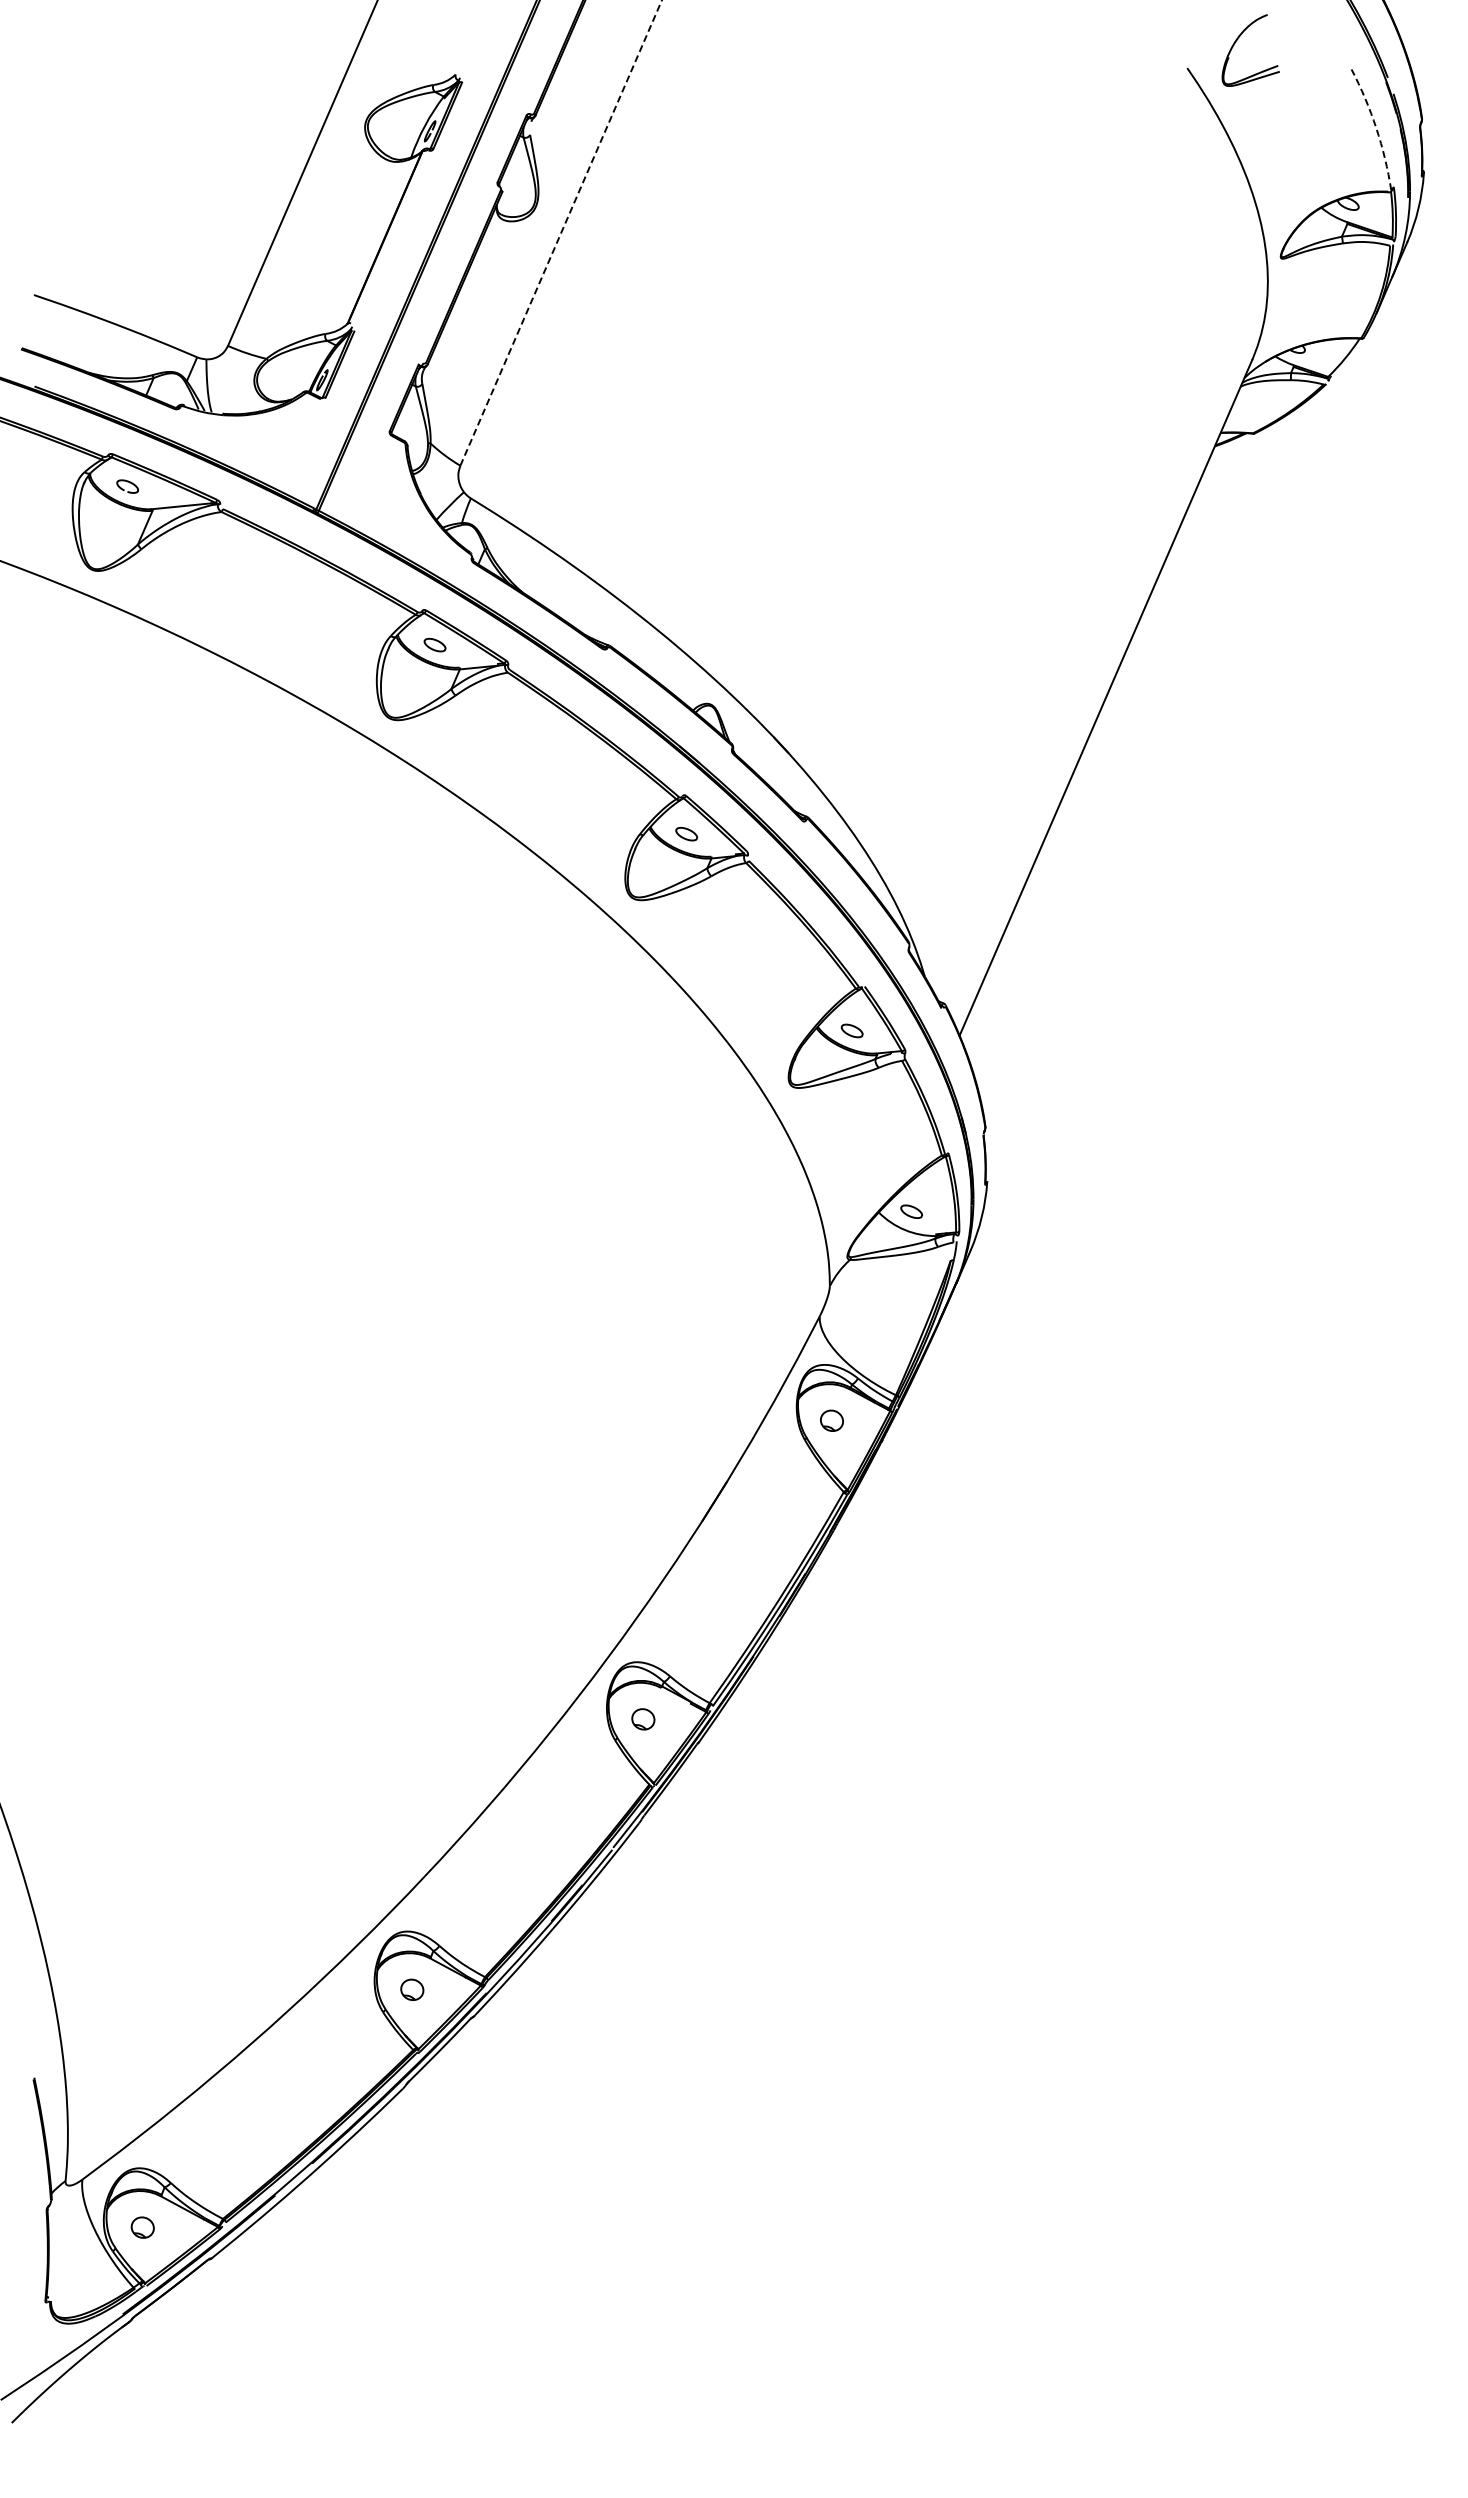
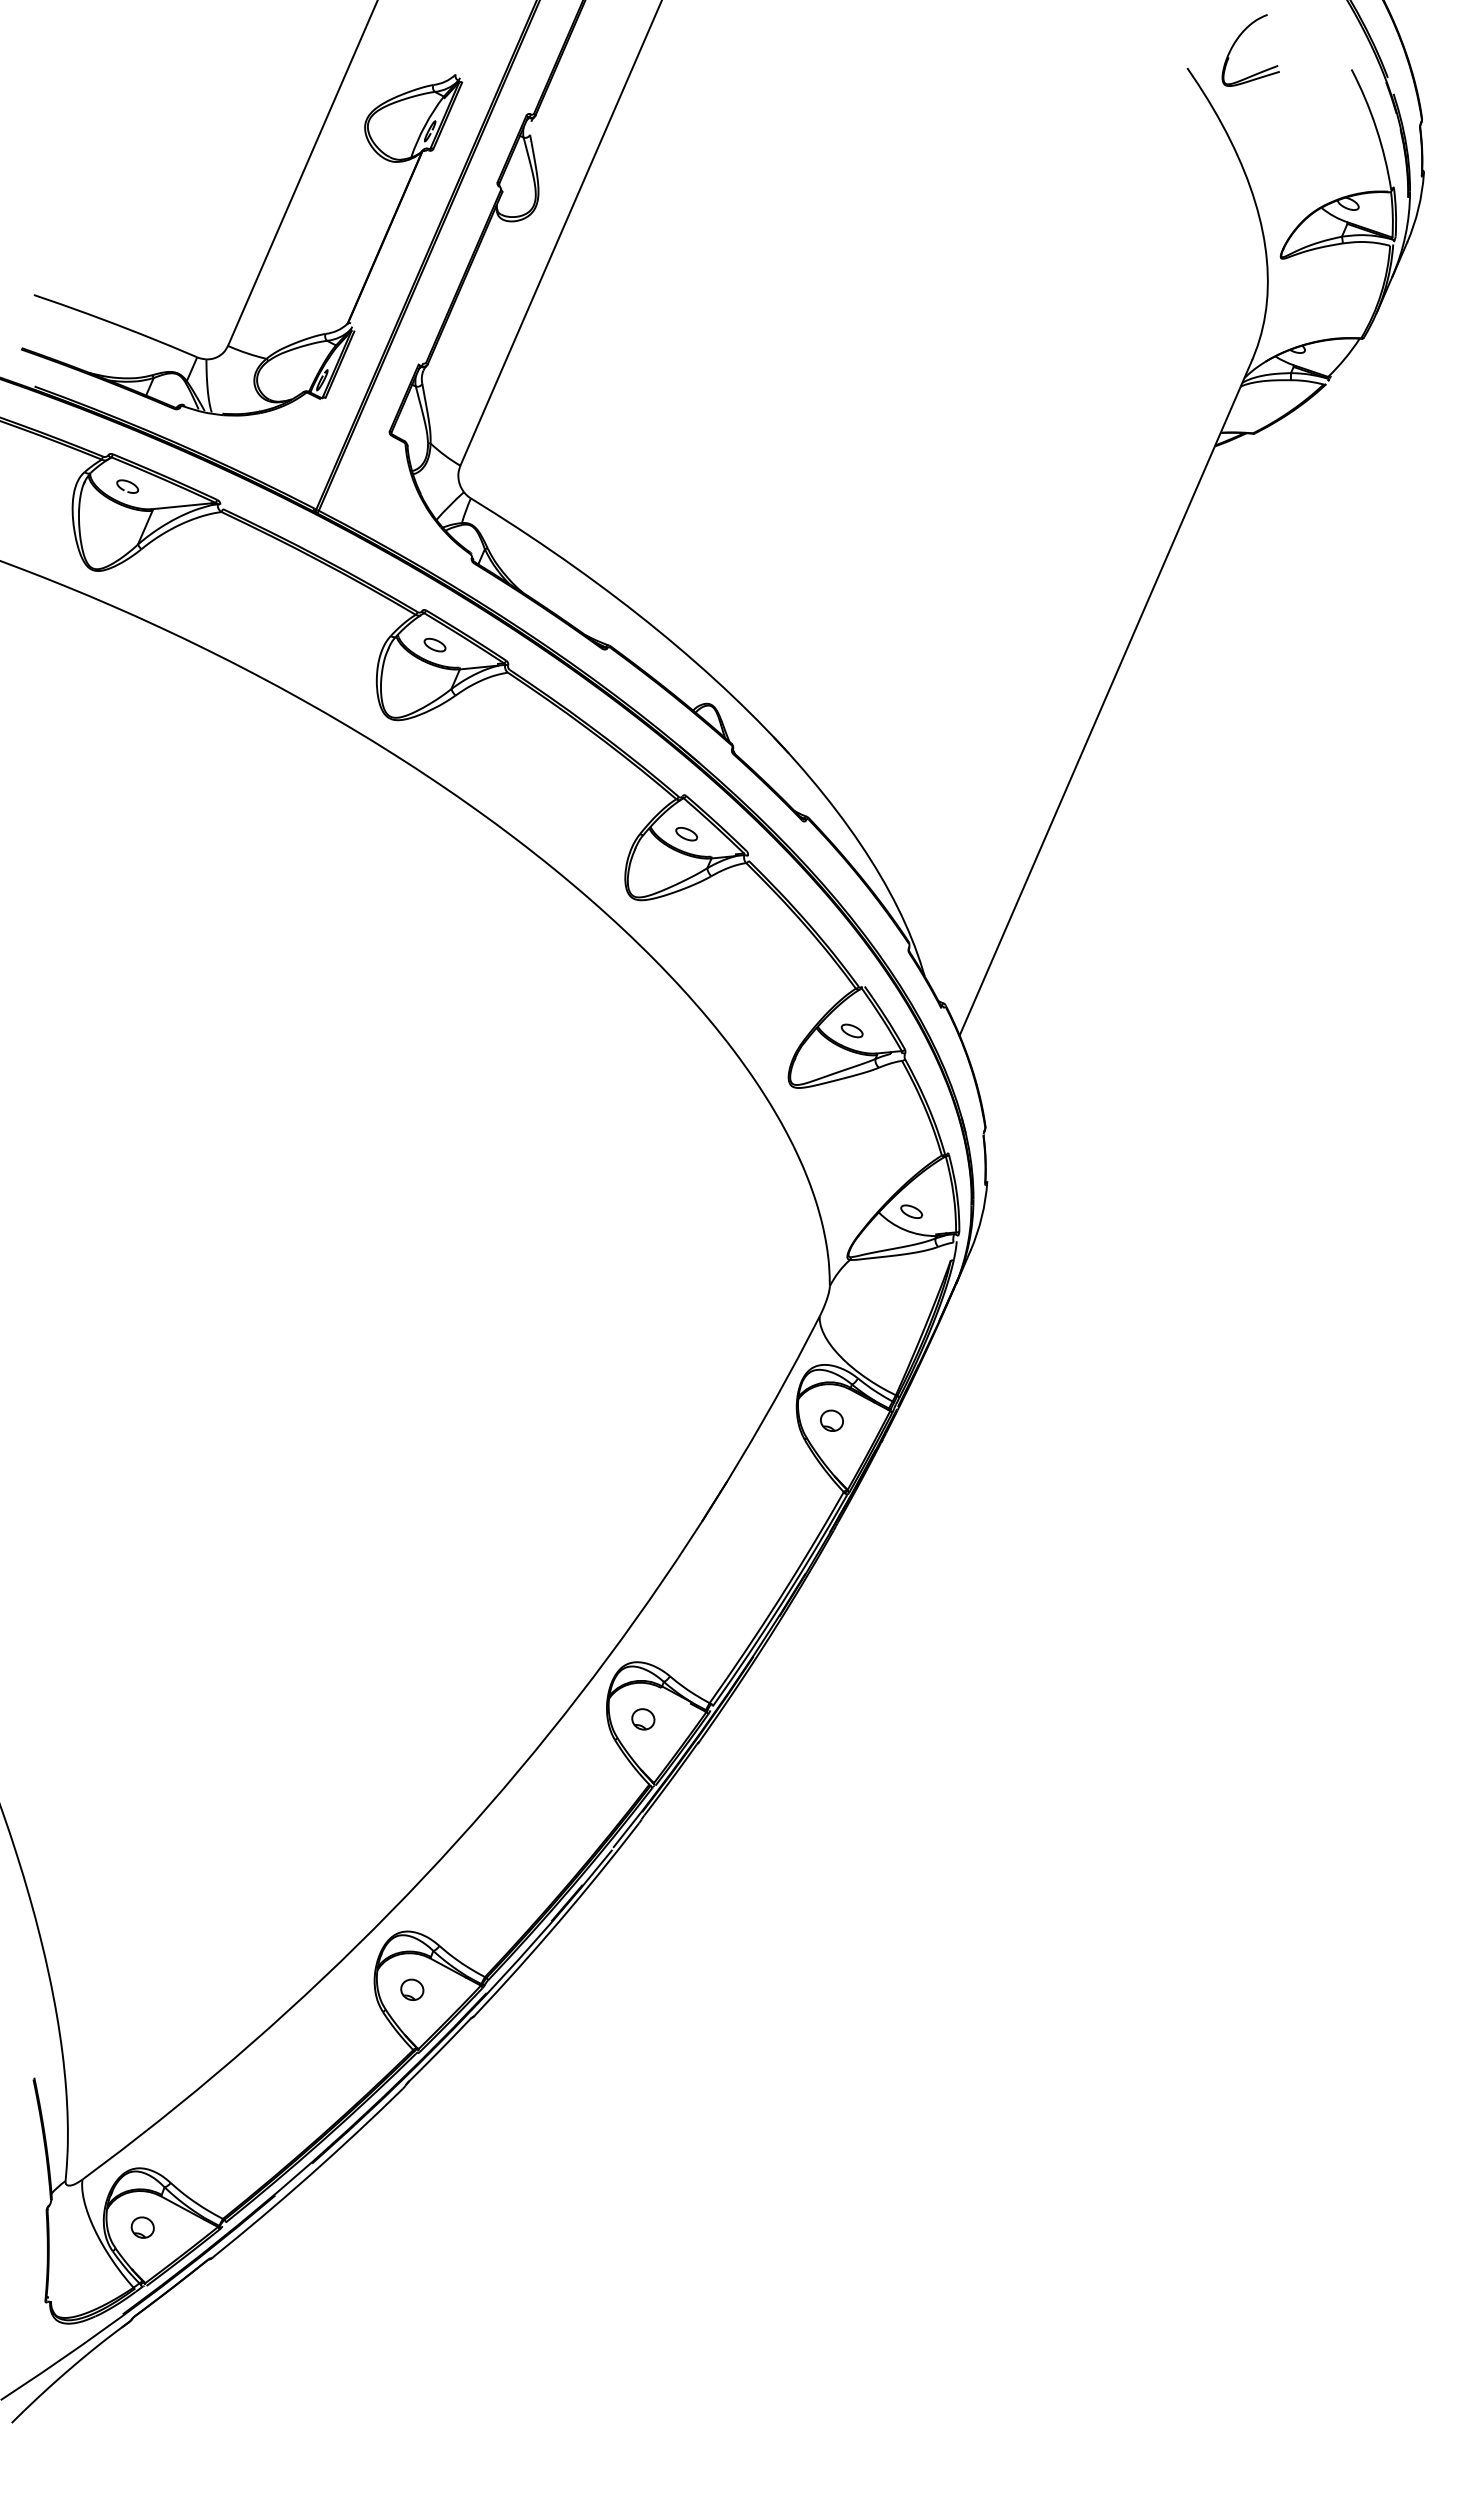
arc at (1376, 128): dashed -> solid
line at (561, 232): dashed -> solid
